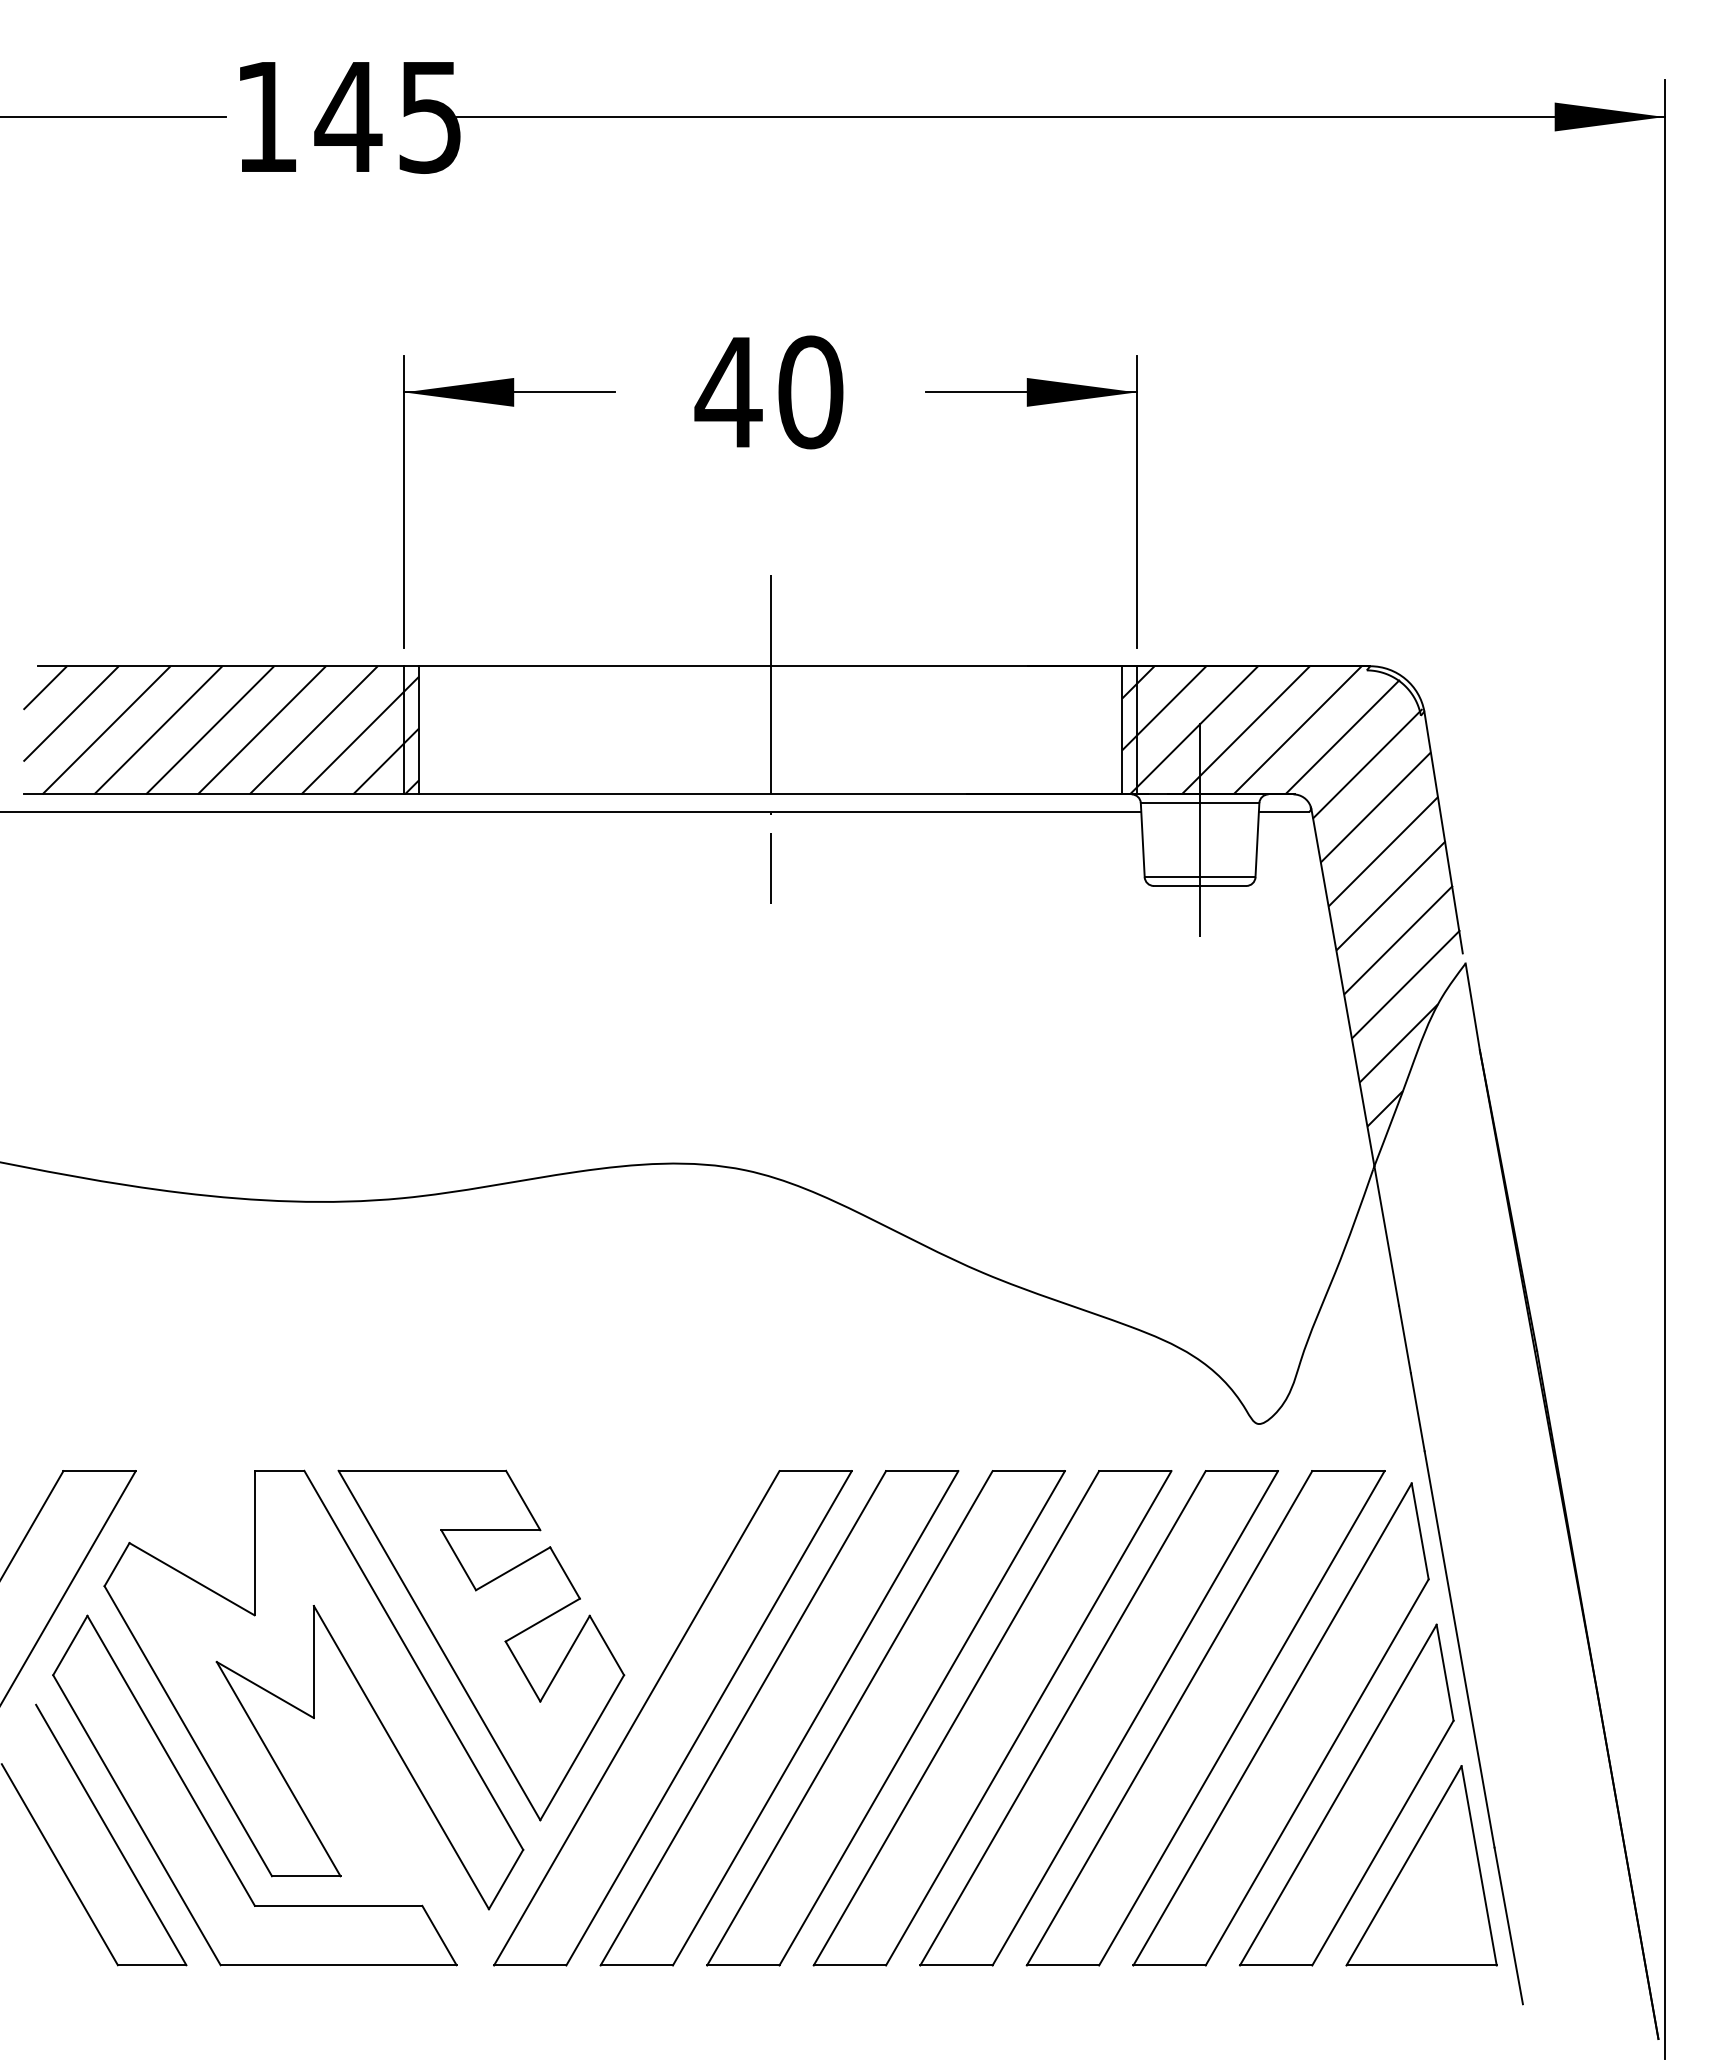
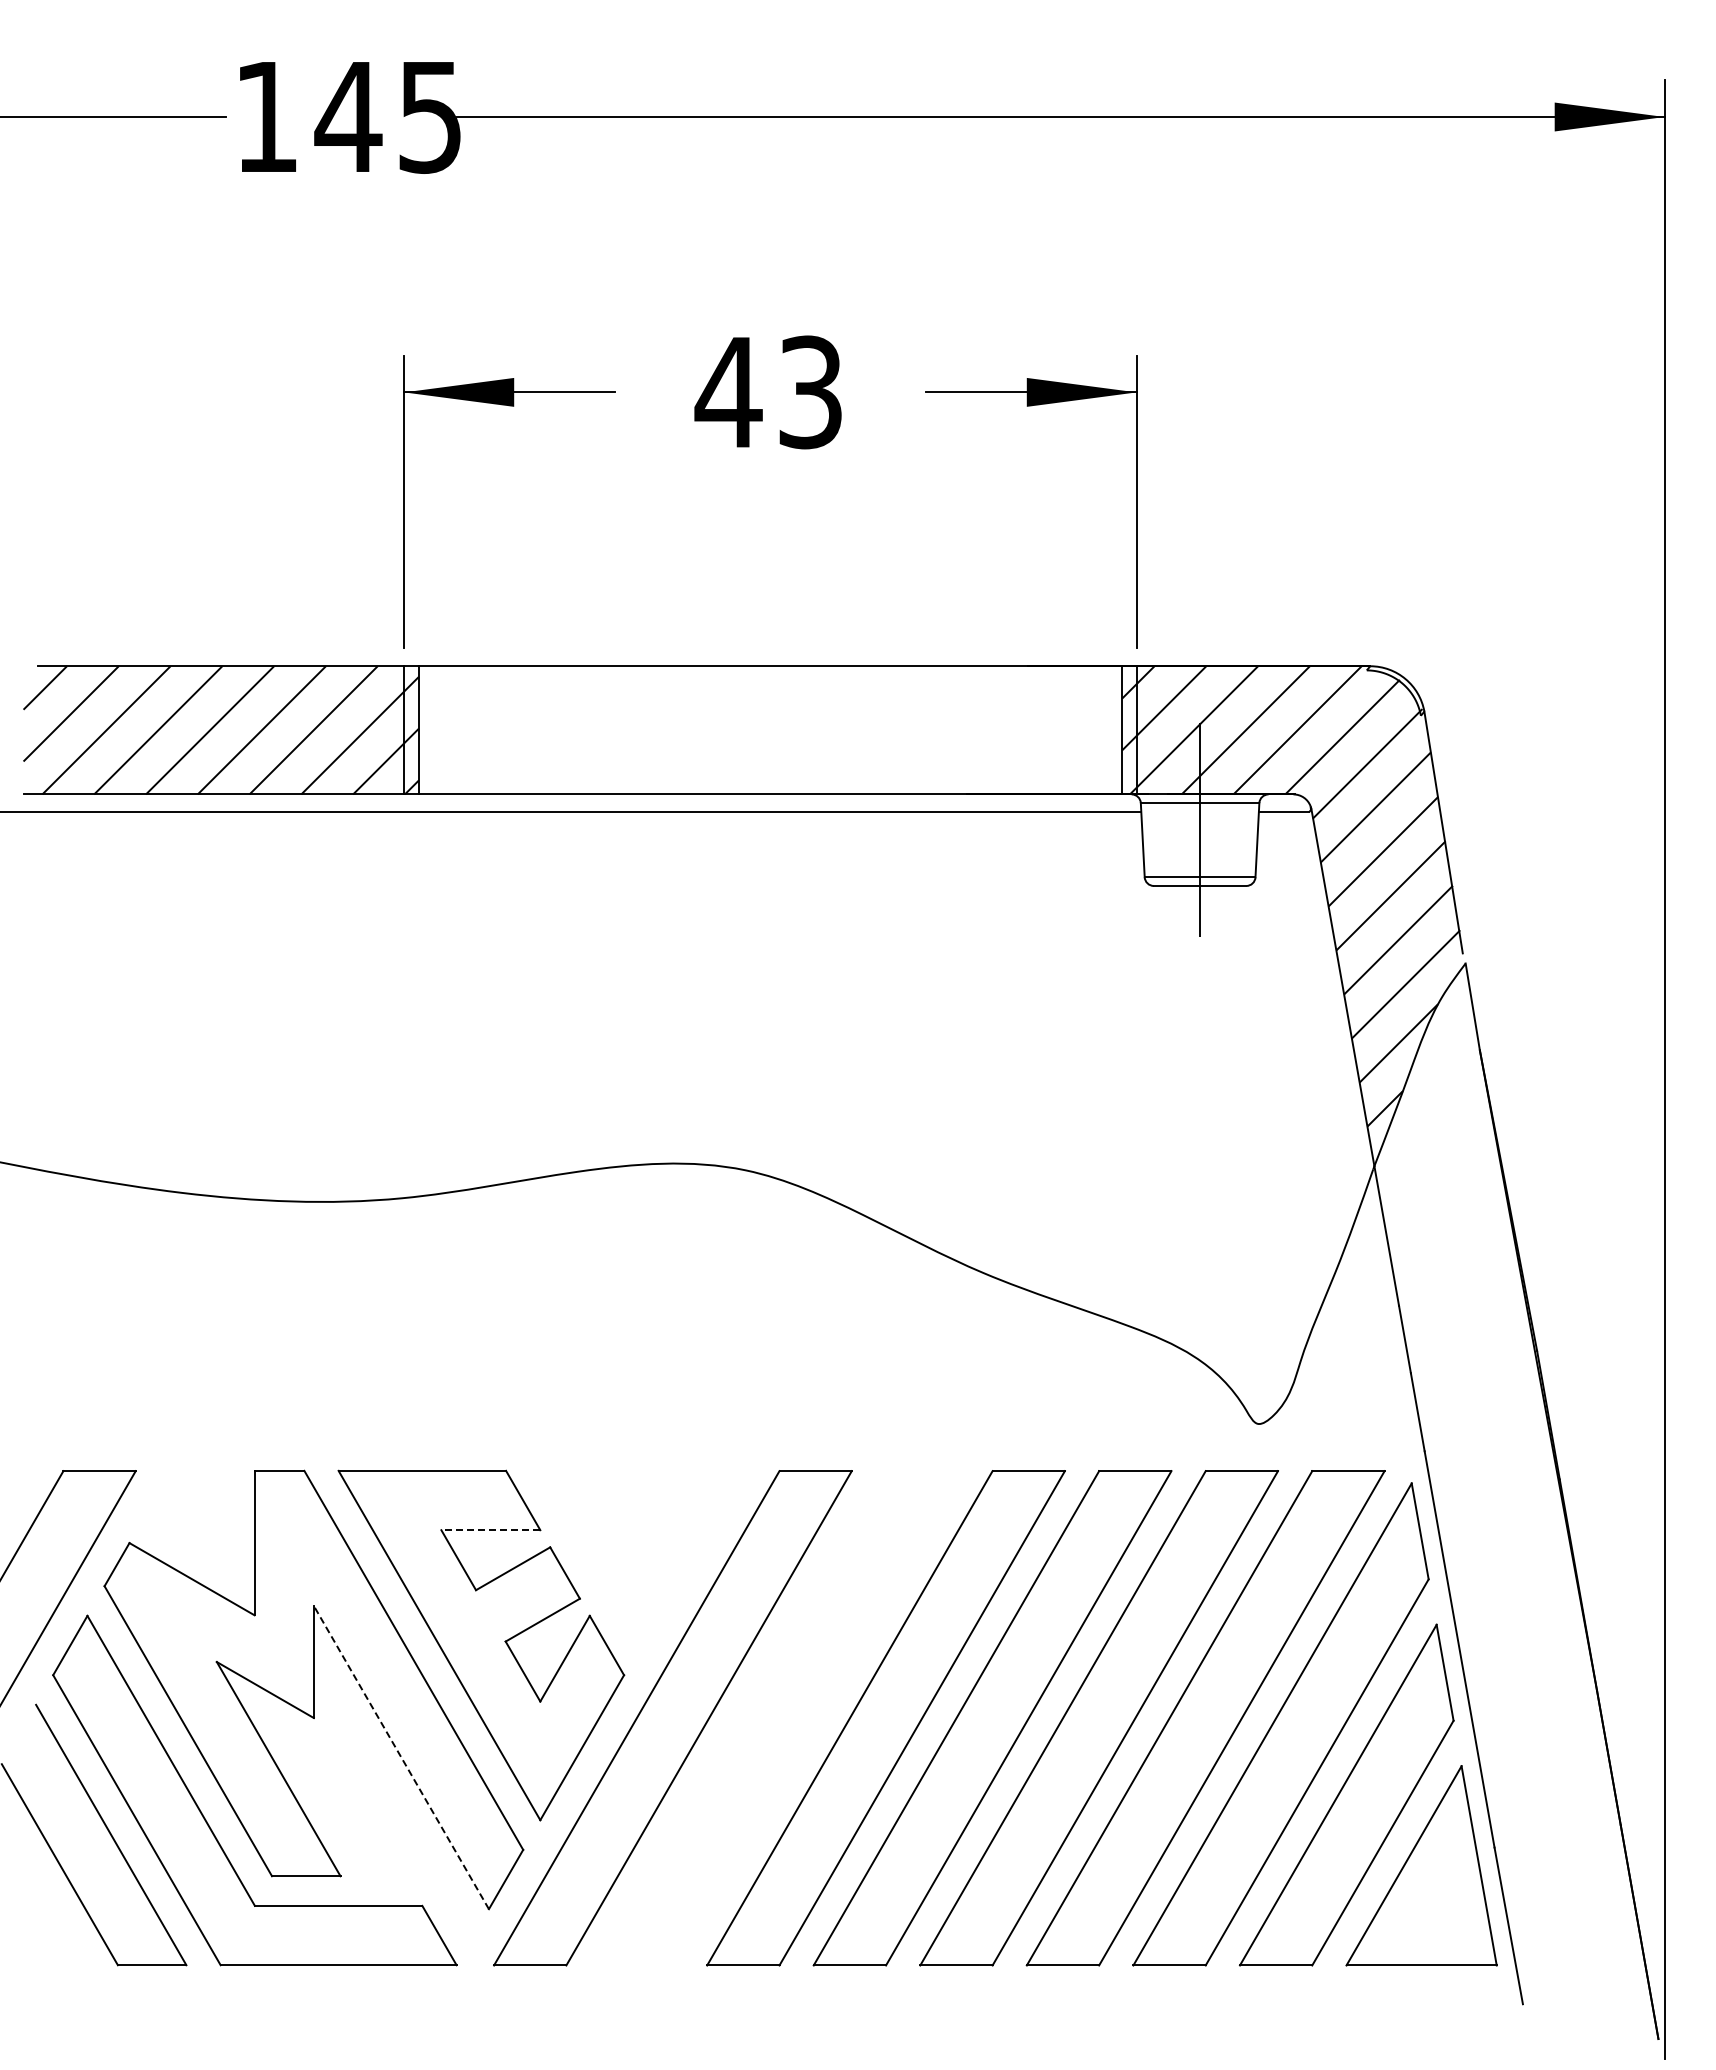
text at (810, 392): 40 -> 43
line at (770, 738): present -> none
line at (490, 1530): solid -> dashed
part at (779, 1718): present -> none
line at (401, 1757): solid -> dashed
